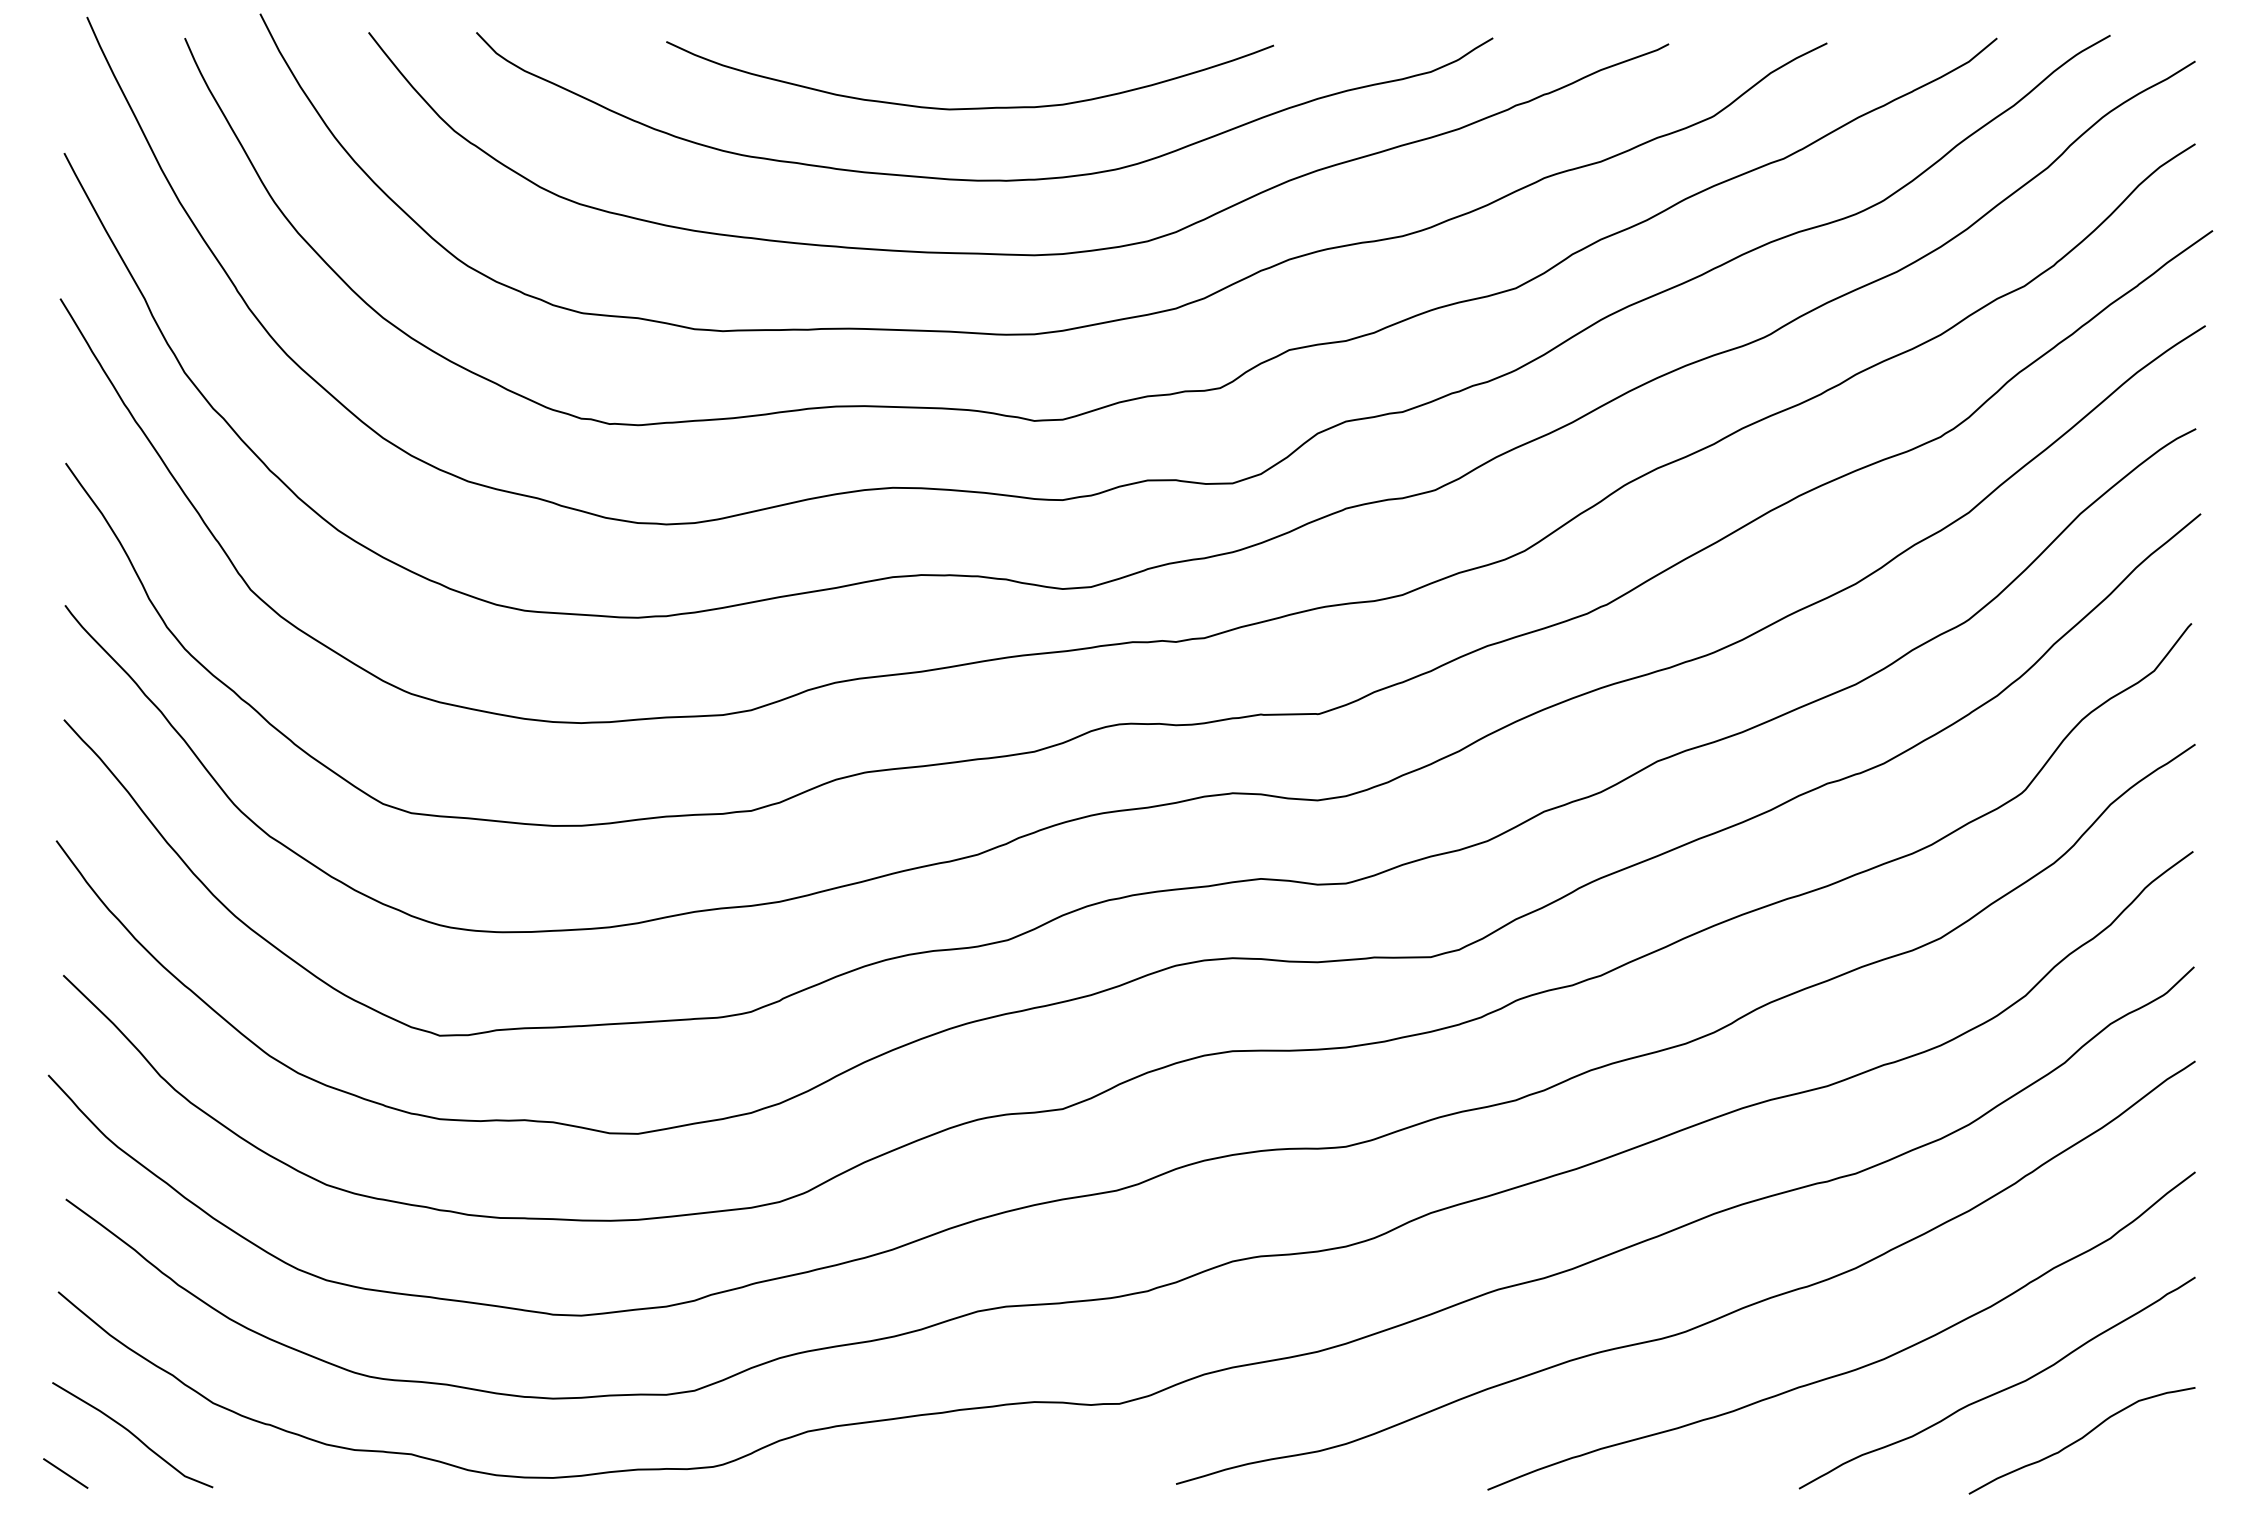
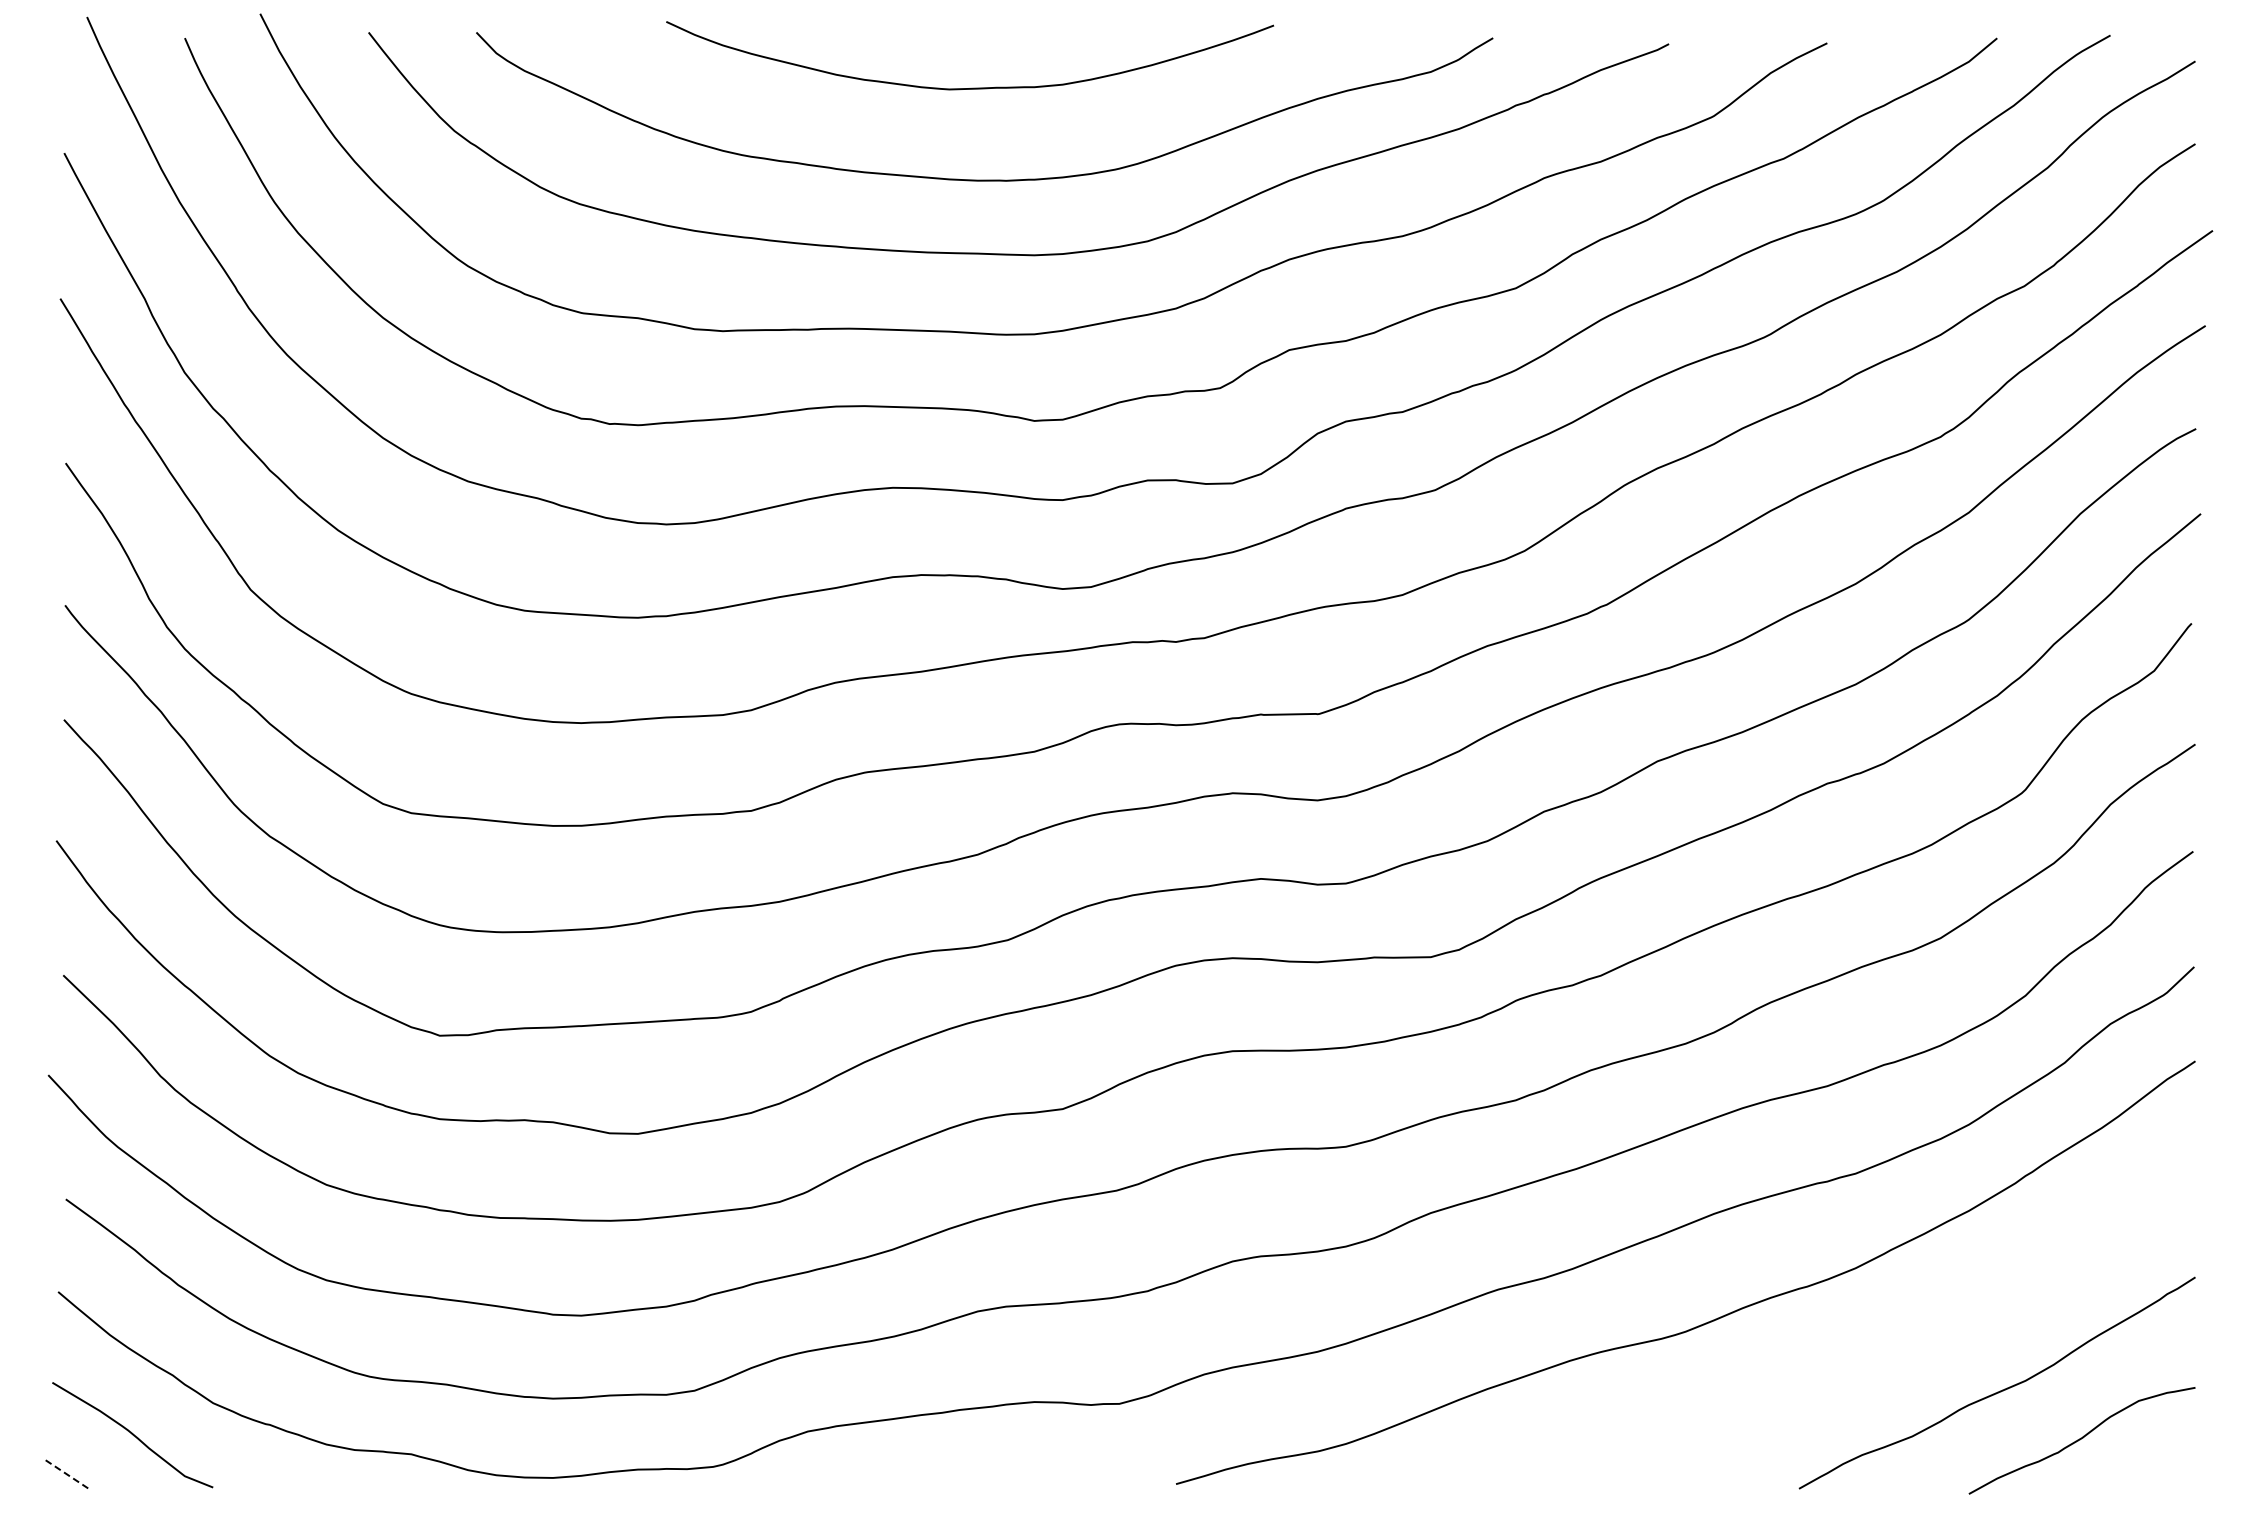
curve at (971, 107) position: (971, 107) -> (971, 87)
curve at (1855, 1368): present -> none
line at (65, 1473): solid -> dashed
